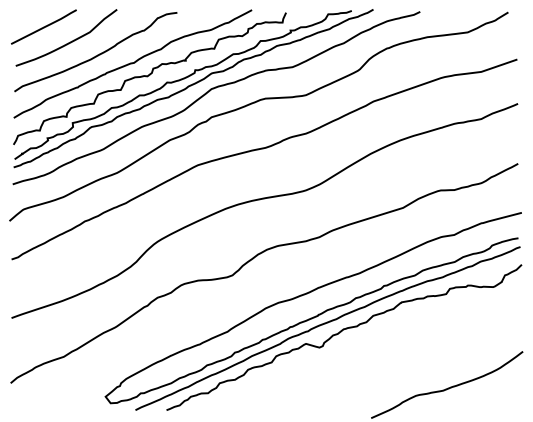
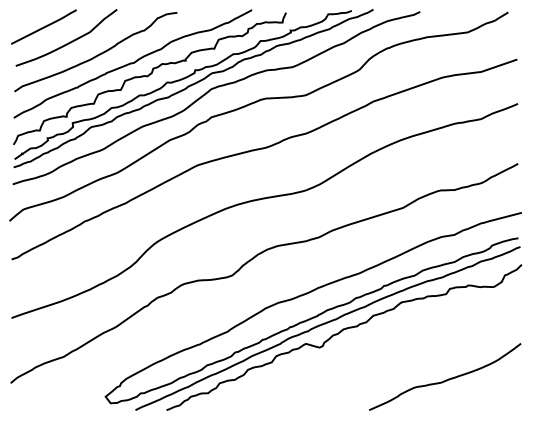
curve at (448, 387) position: (448, 387) -> (446, 379)
